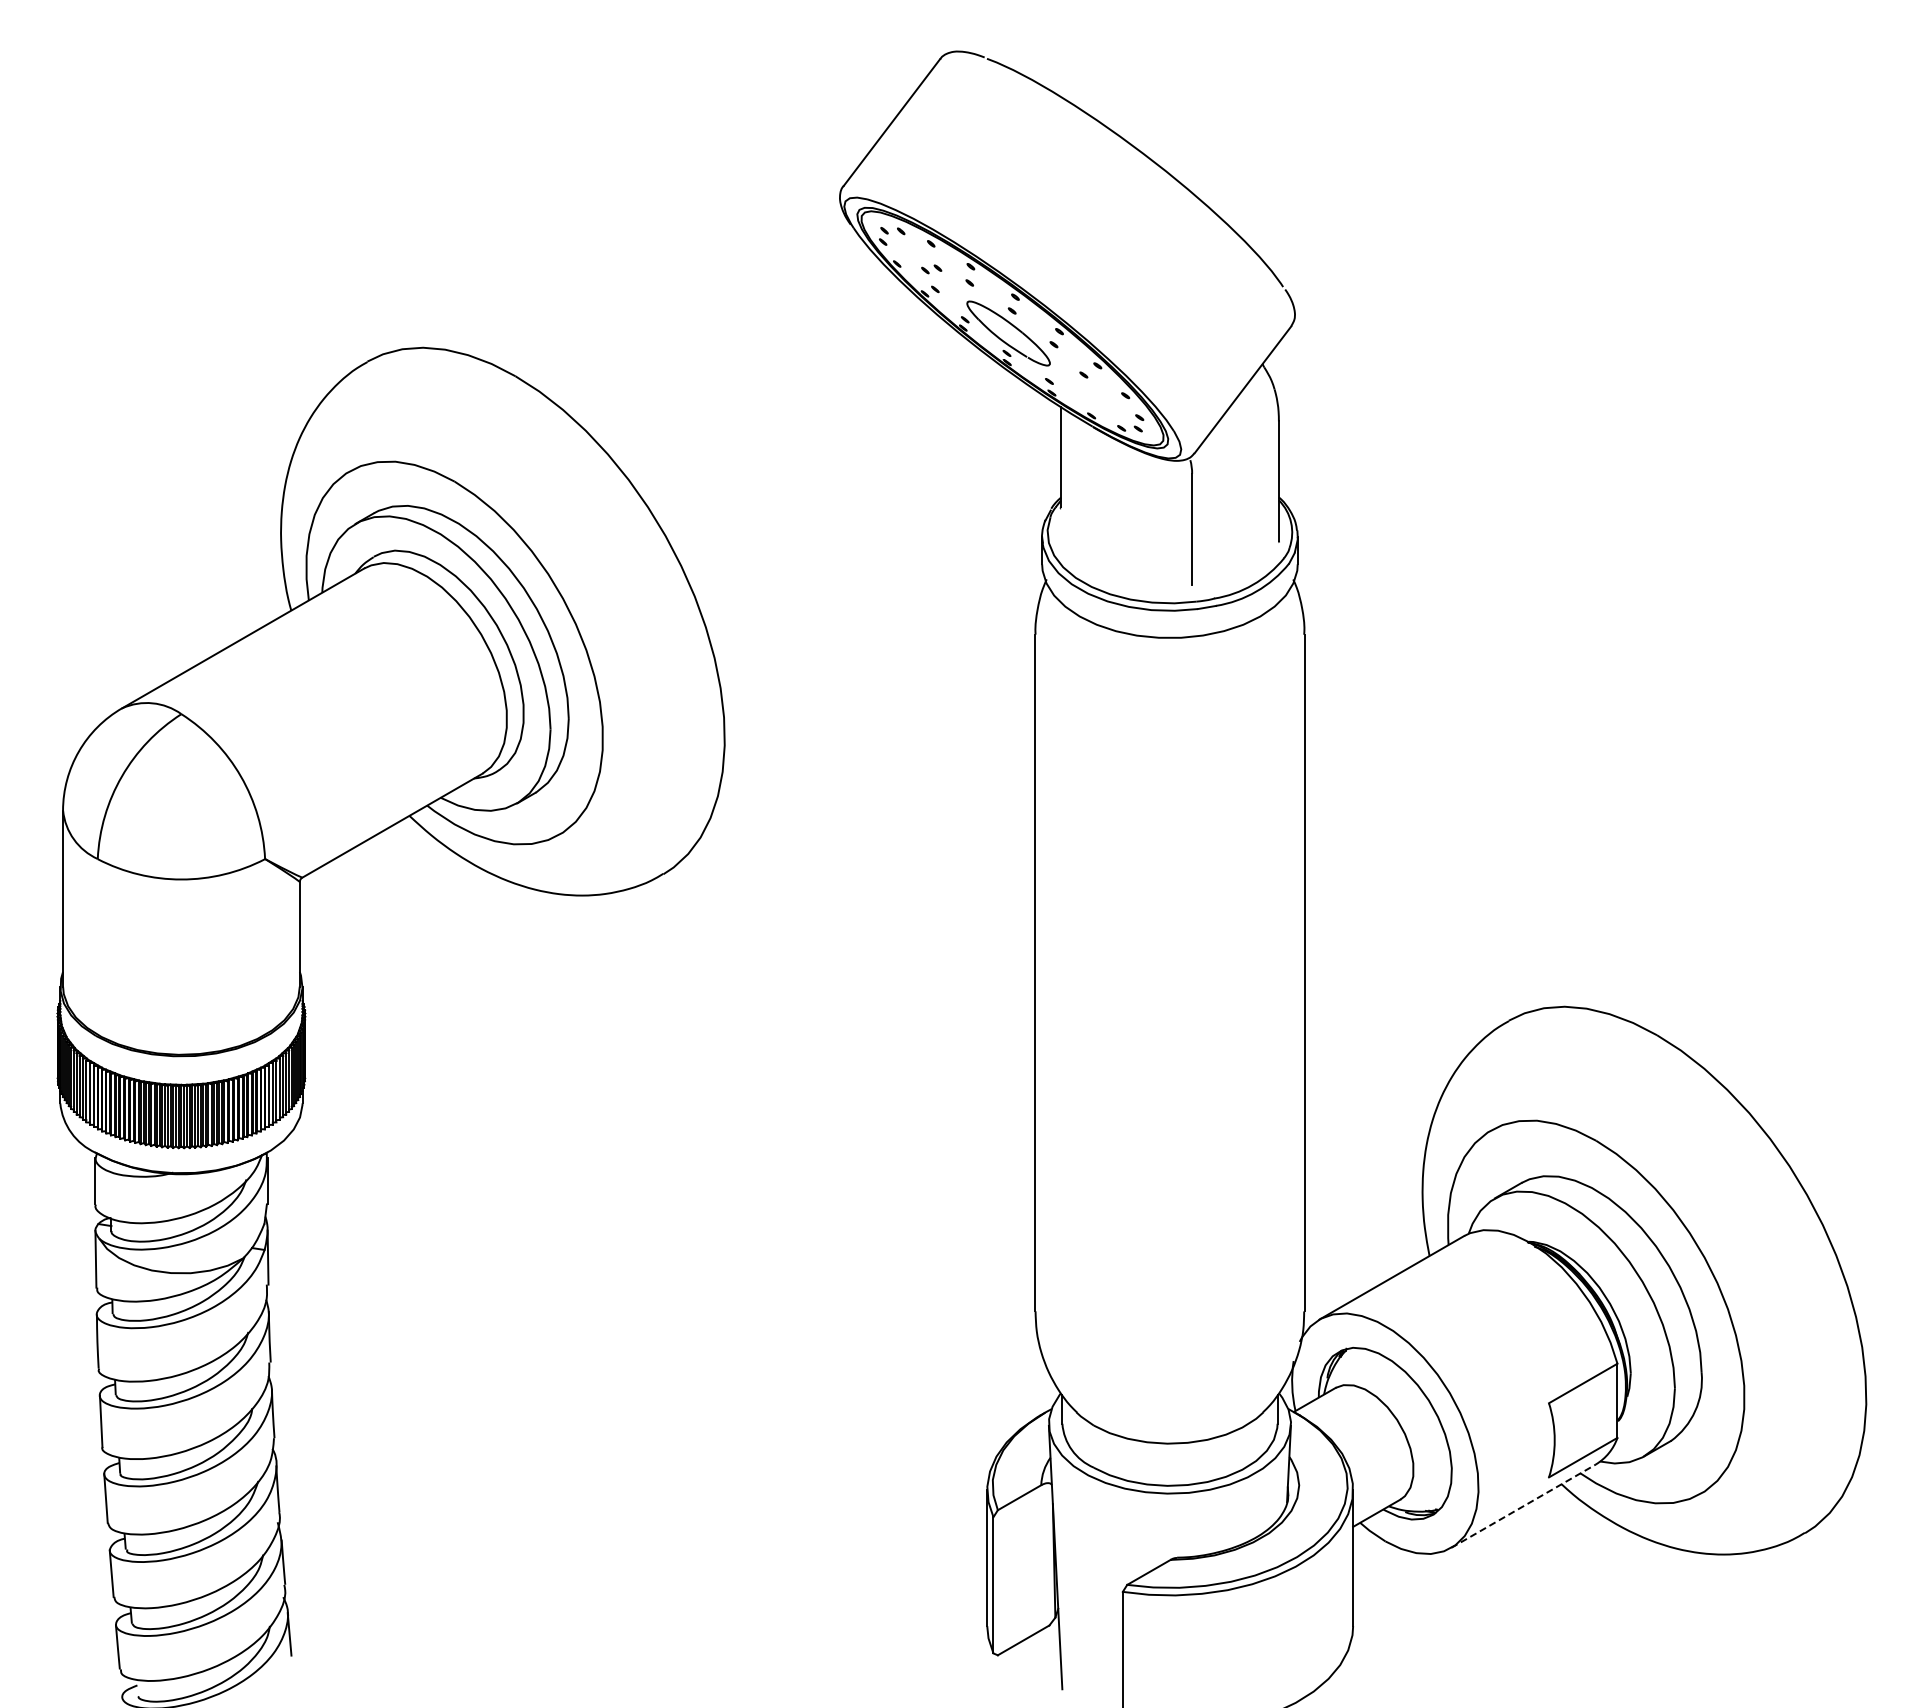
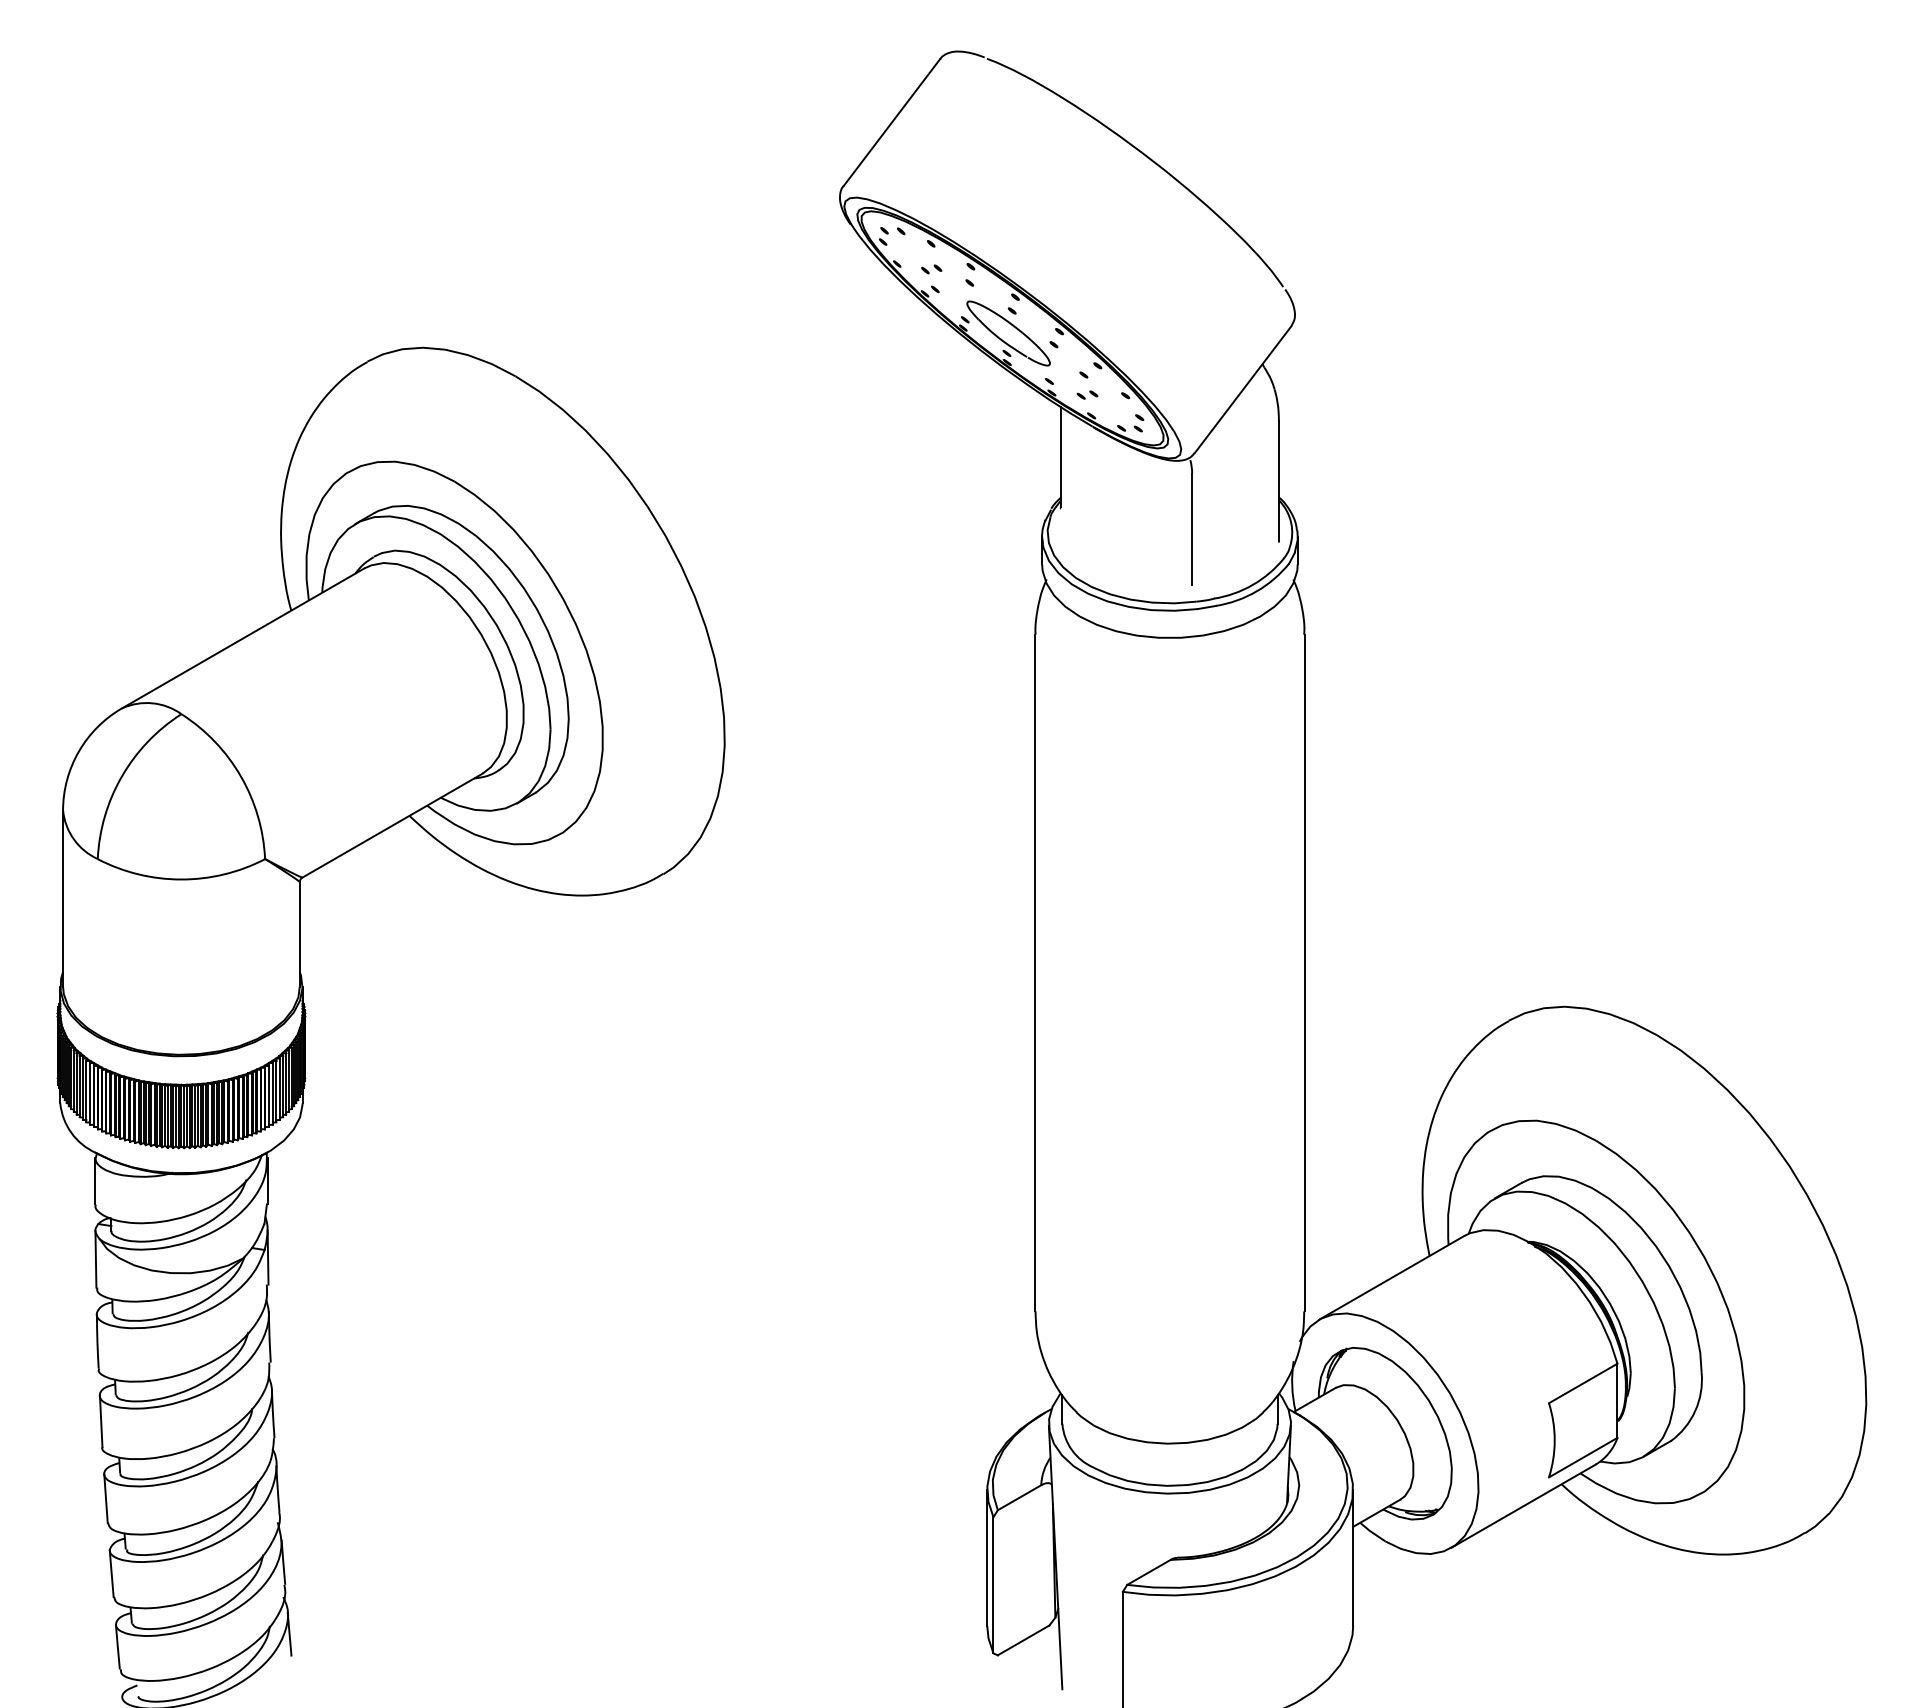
part at (1087, 394): none -> present
line at (1524, 1505): dashed -> solid
